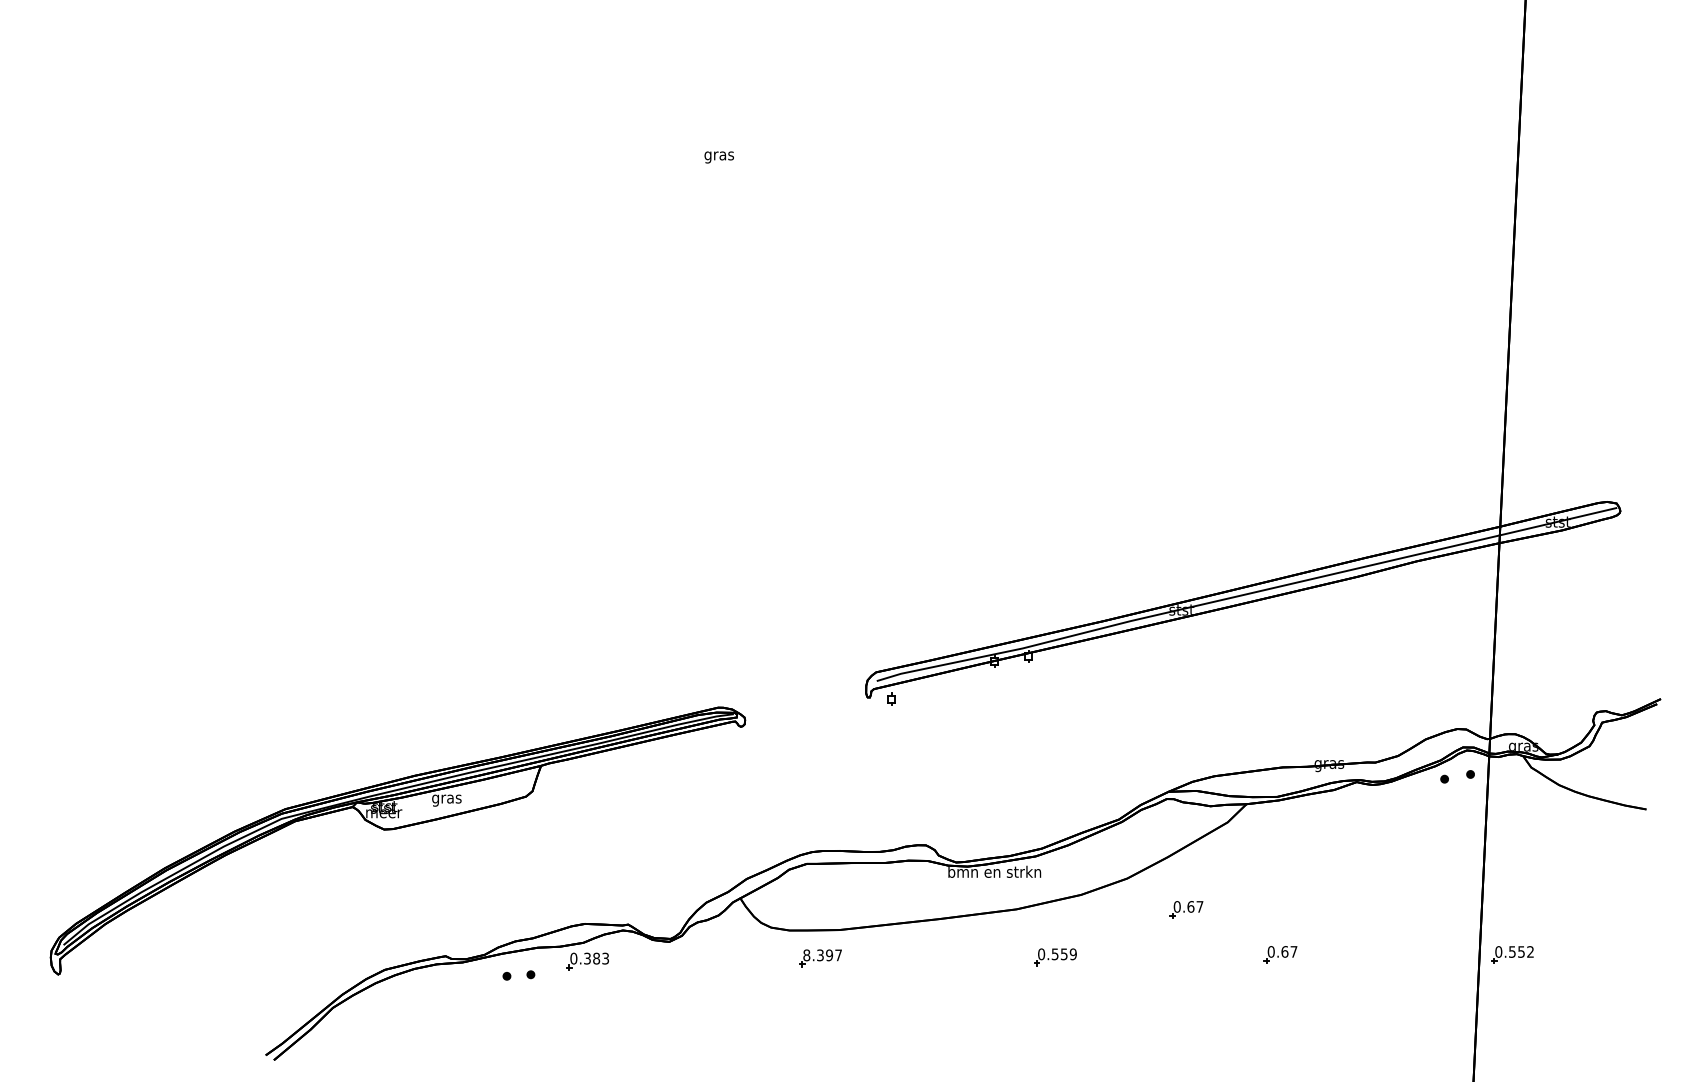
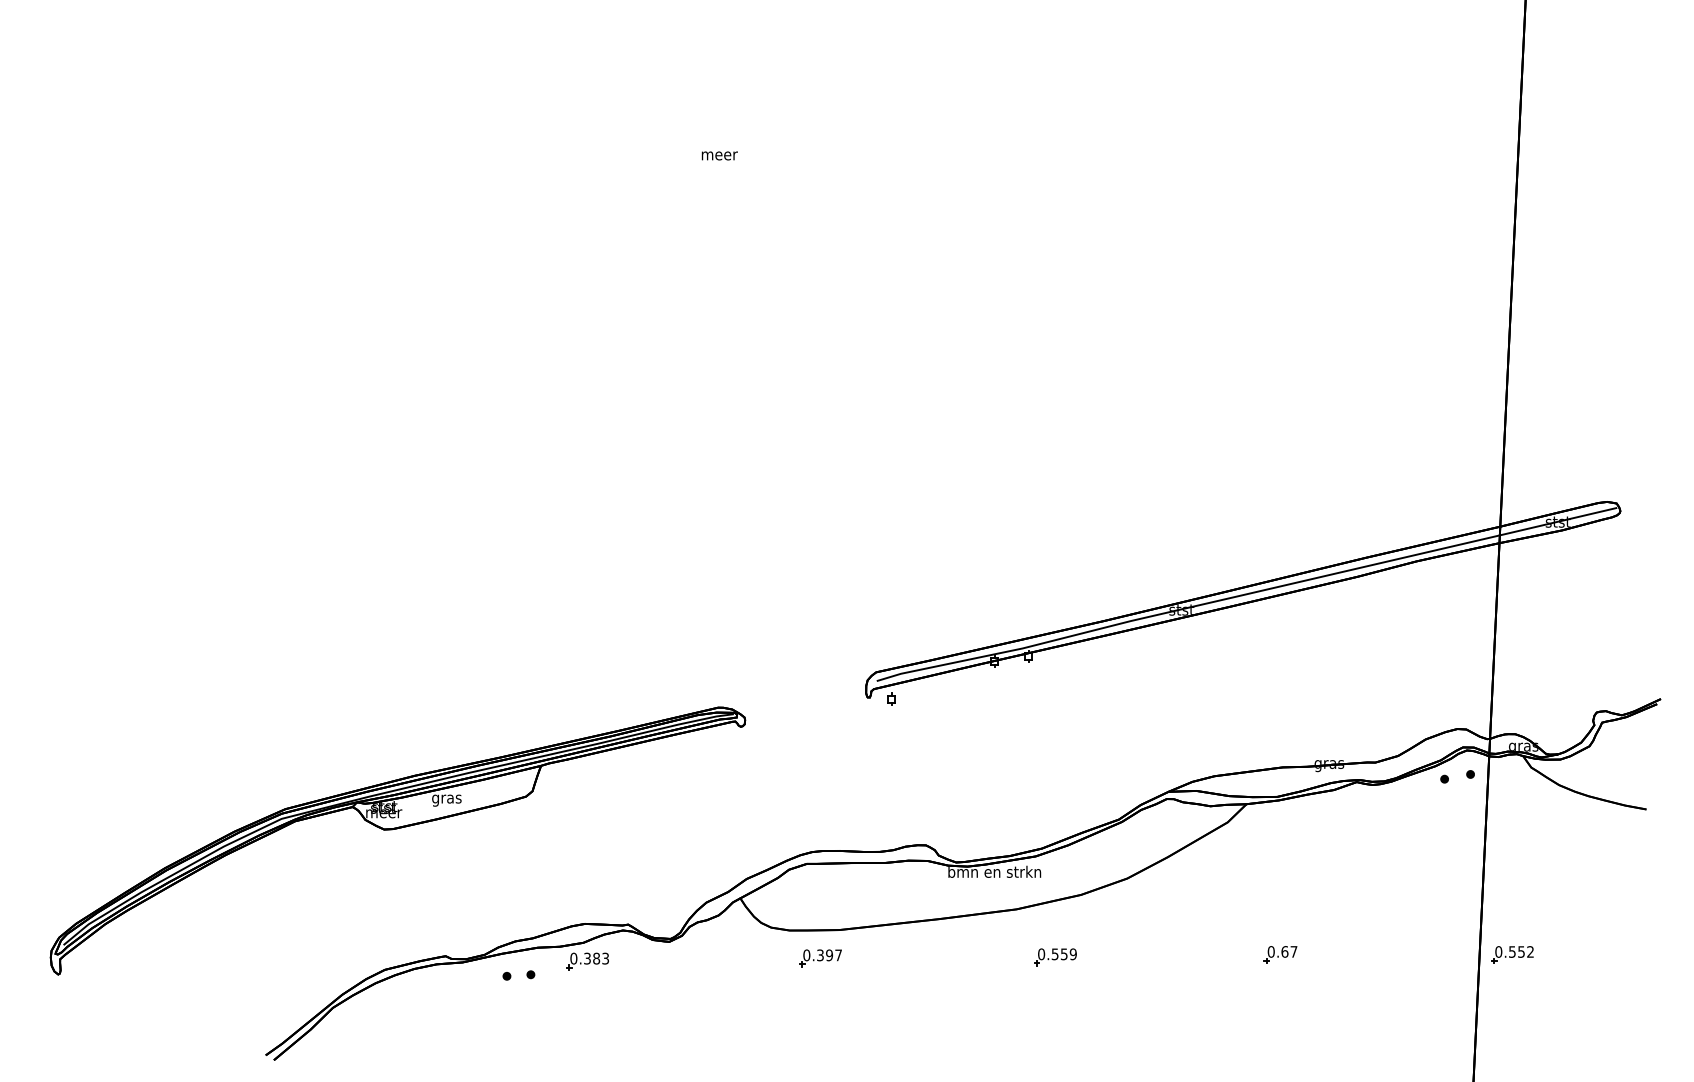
text at (719, 157): gras -> meer
part at (1186, 909): present -> none
text at (806, 954): 8.397 -> 0.397
